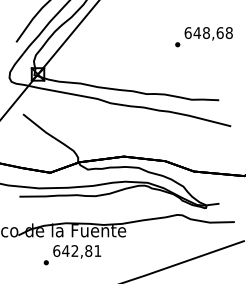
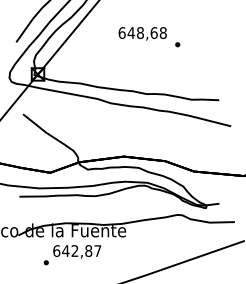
text at (208, 33) position: (208, 33) -> (142, 33)
text at (97, 250): 642,81 -> 642,87
